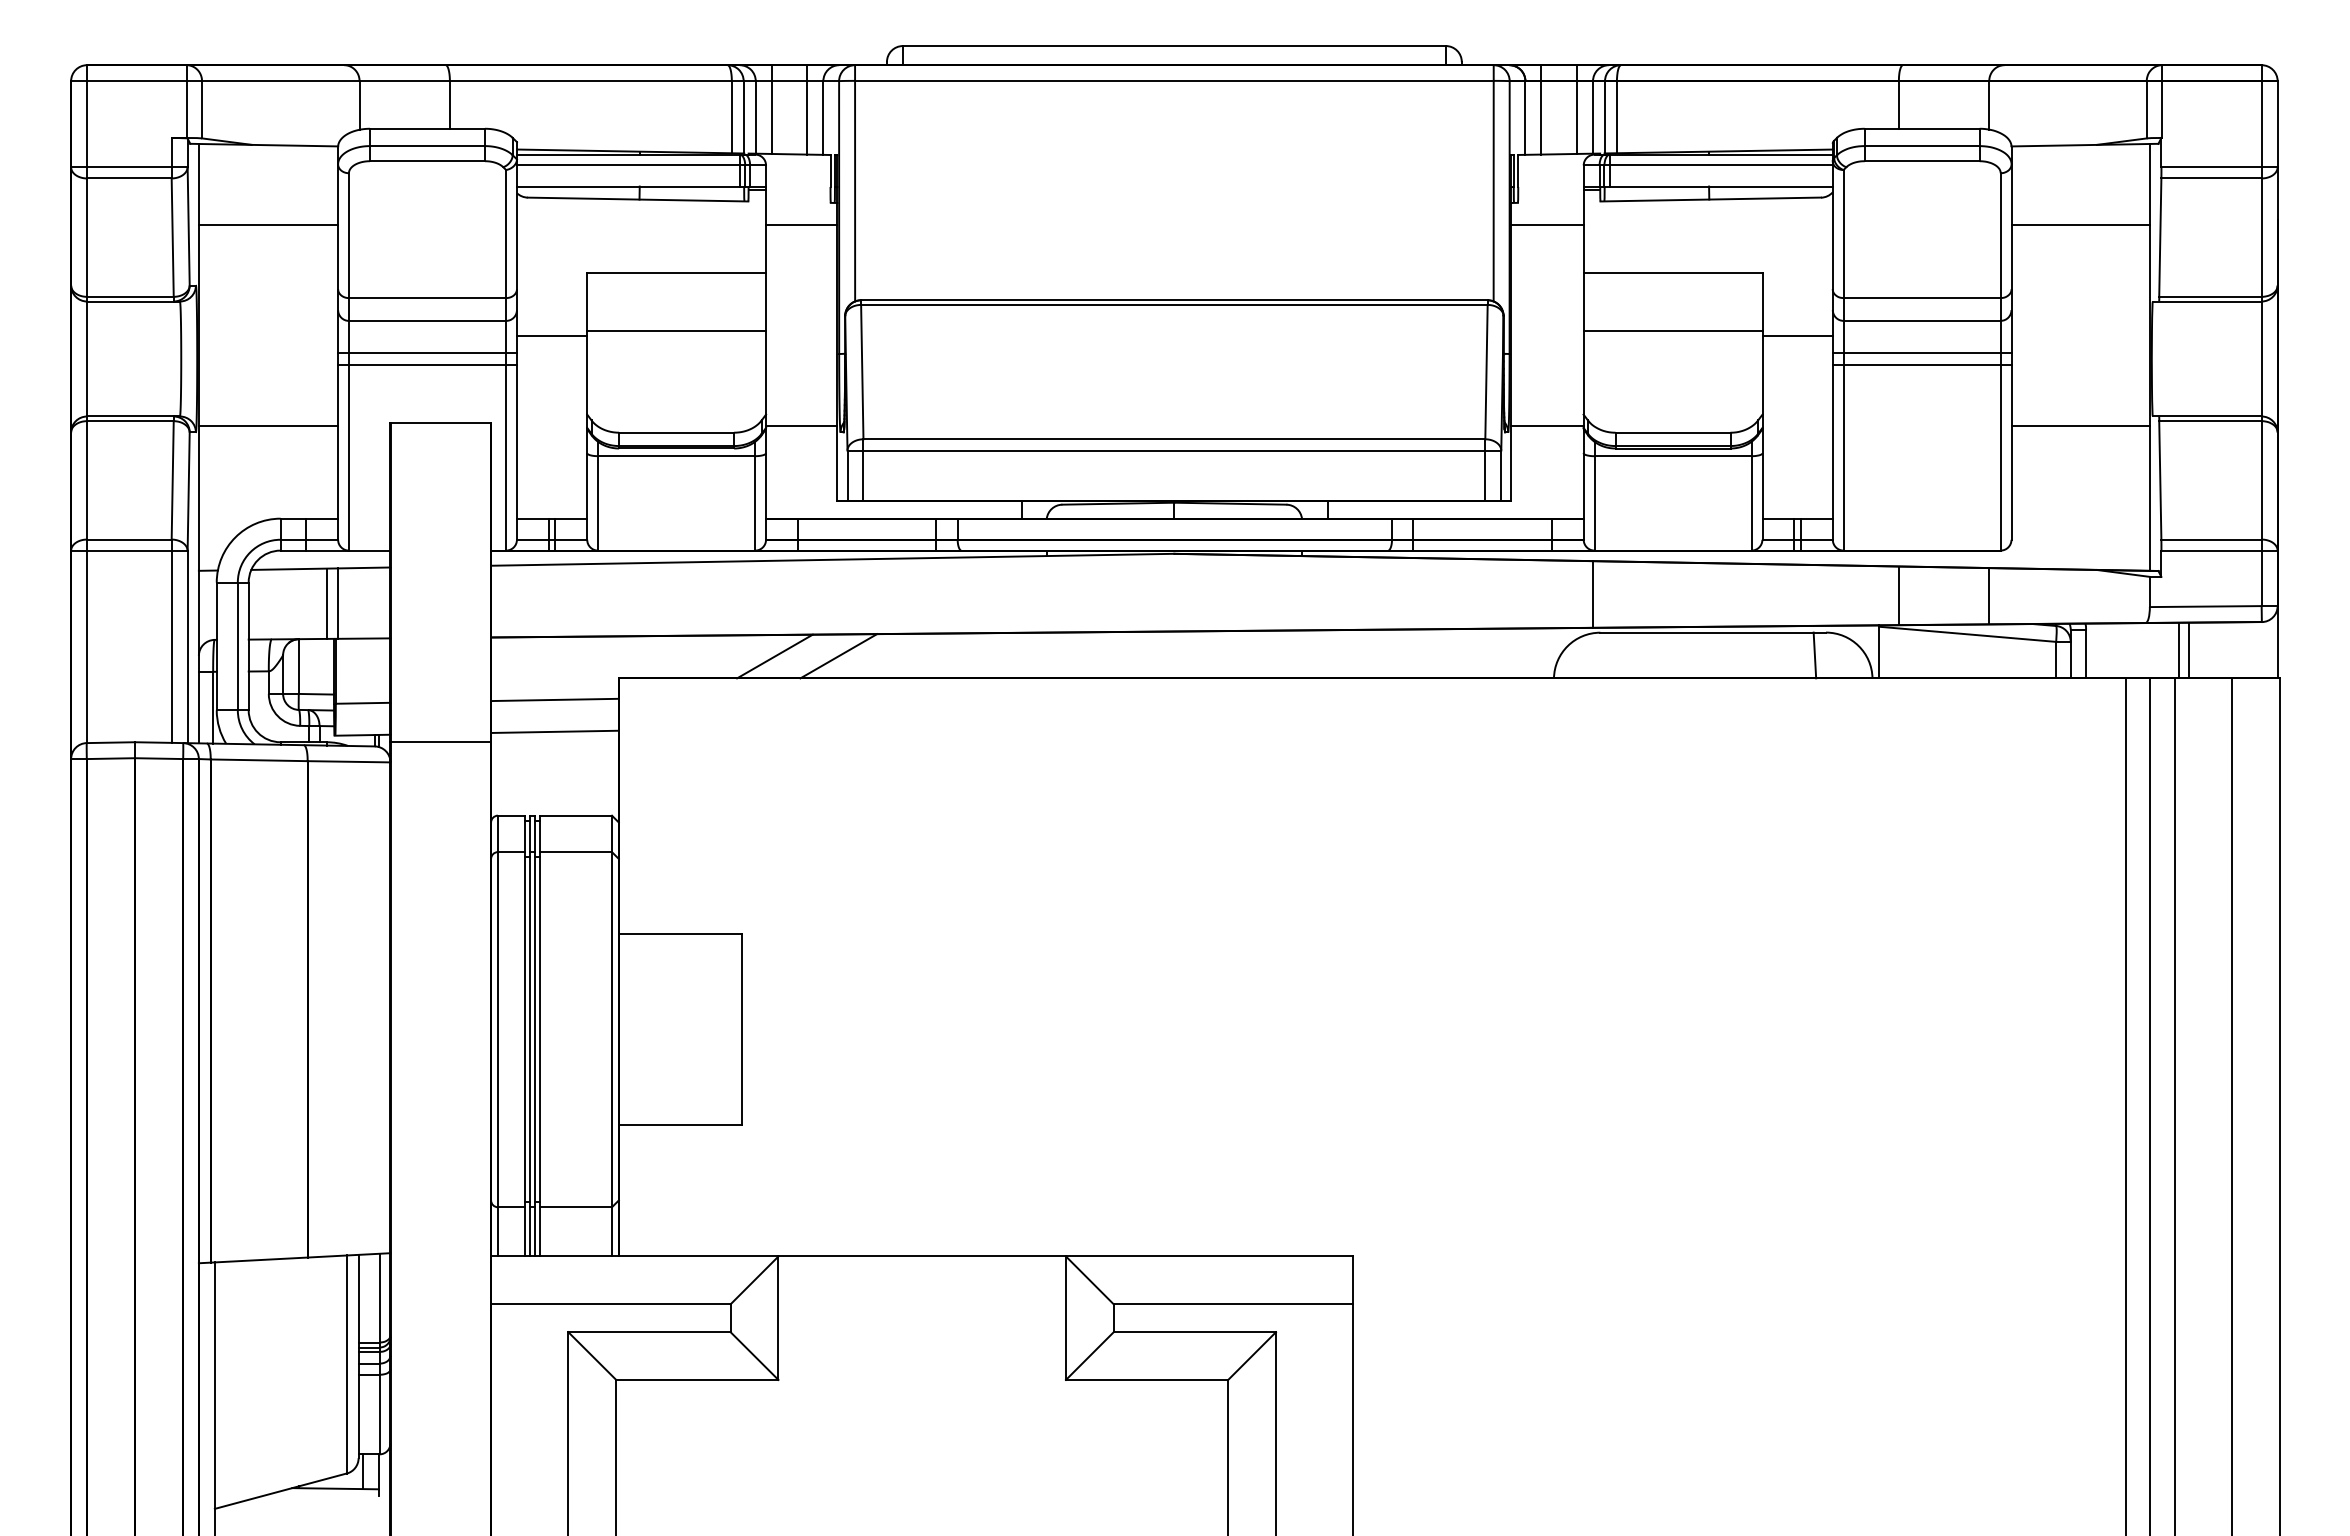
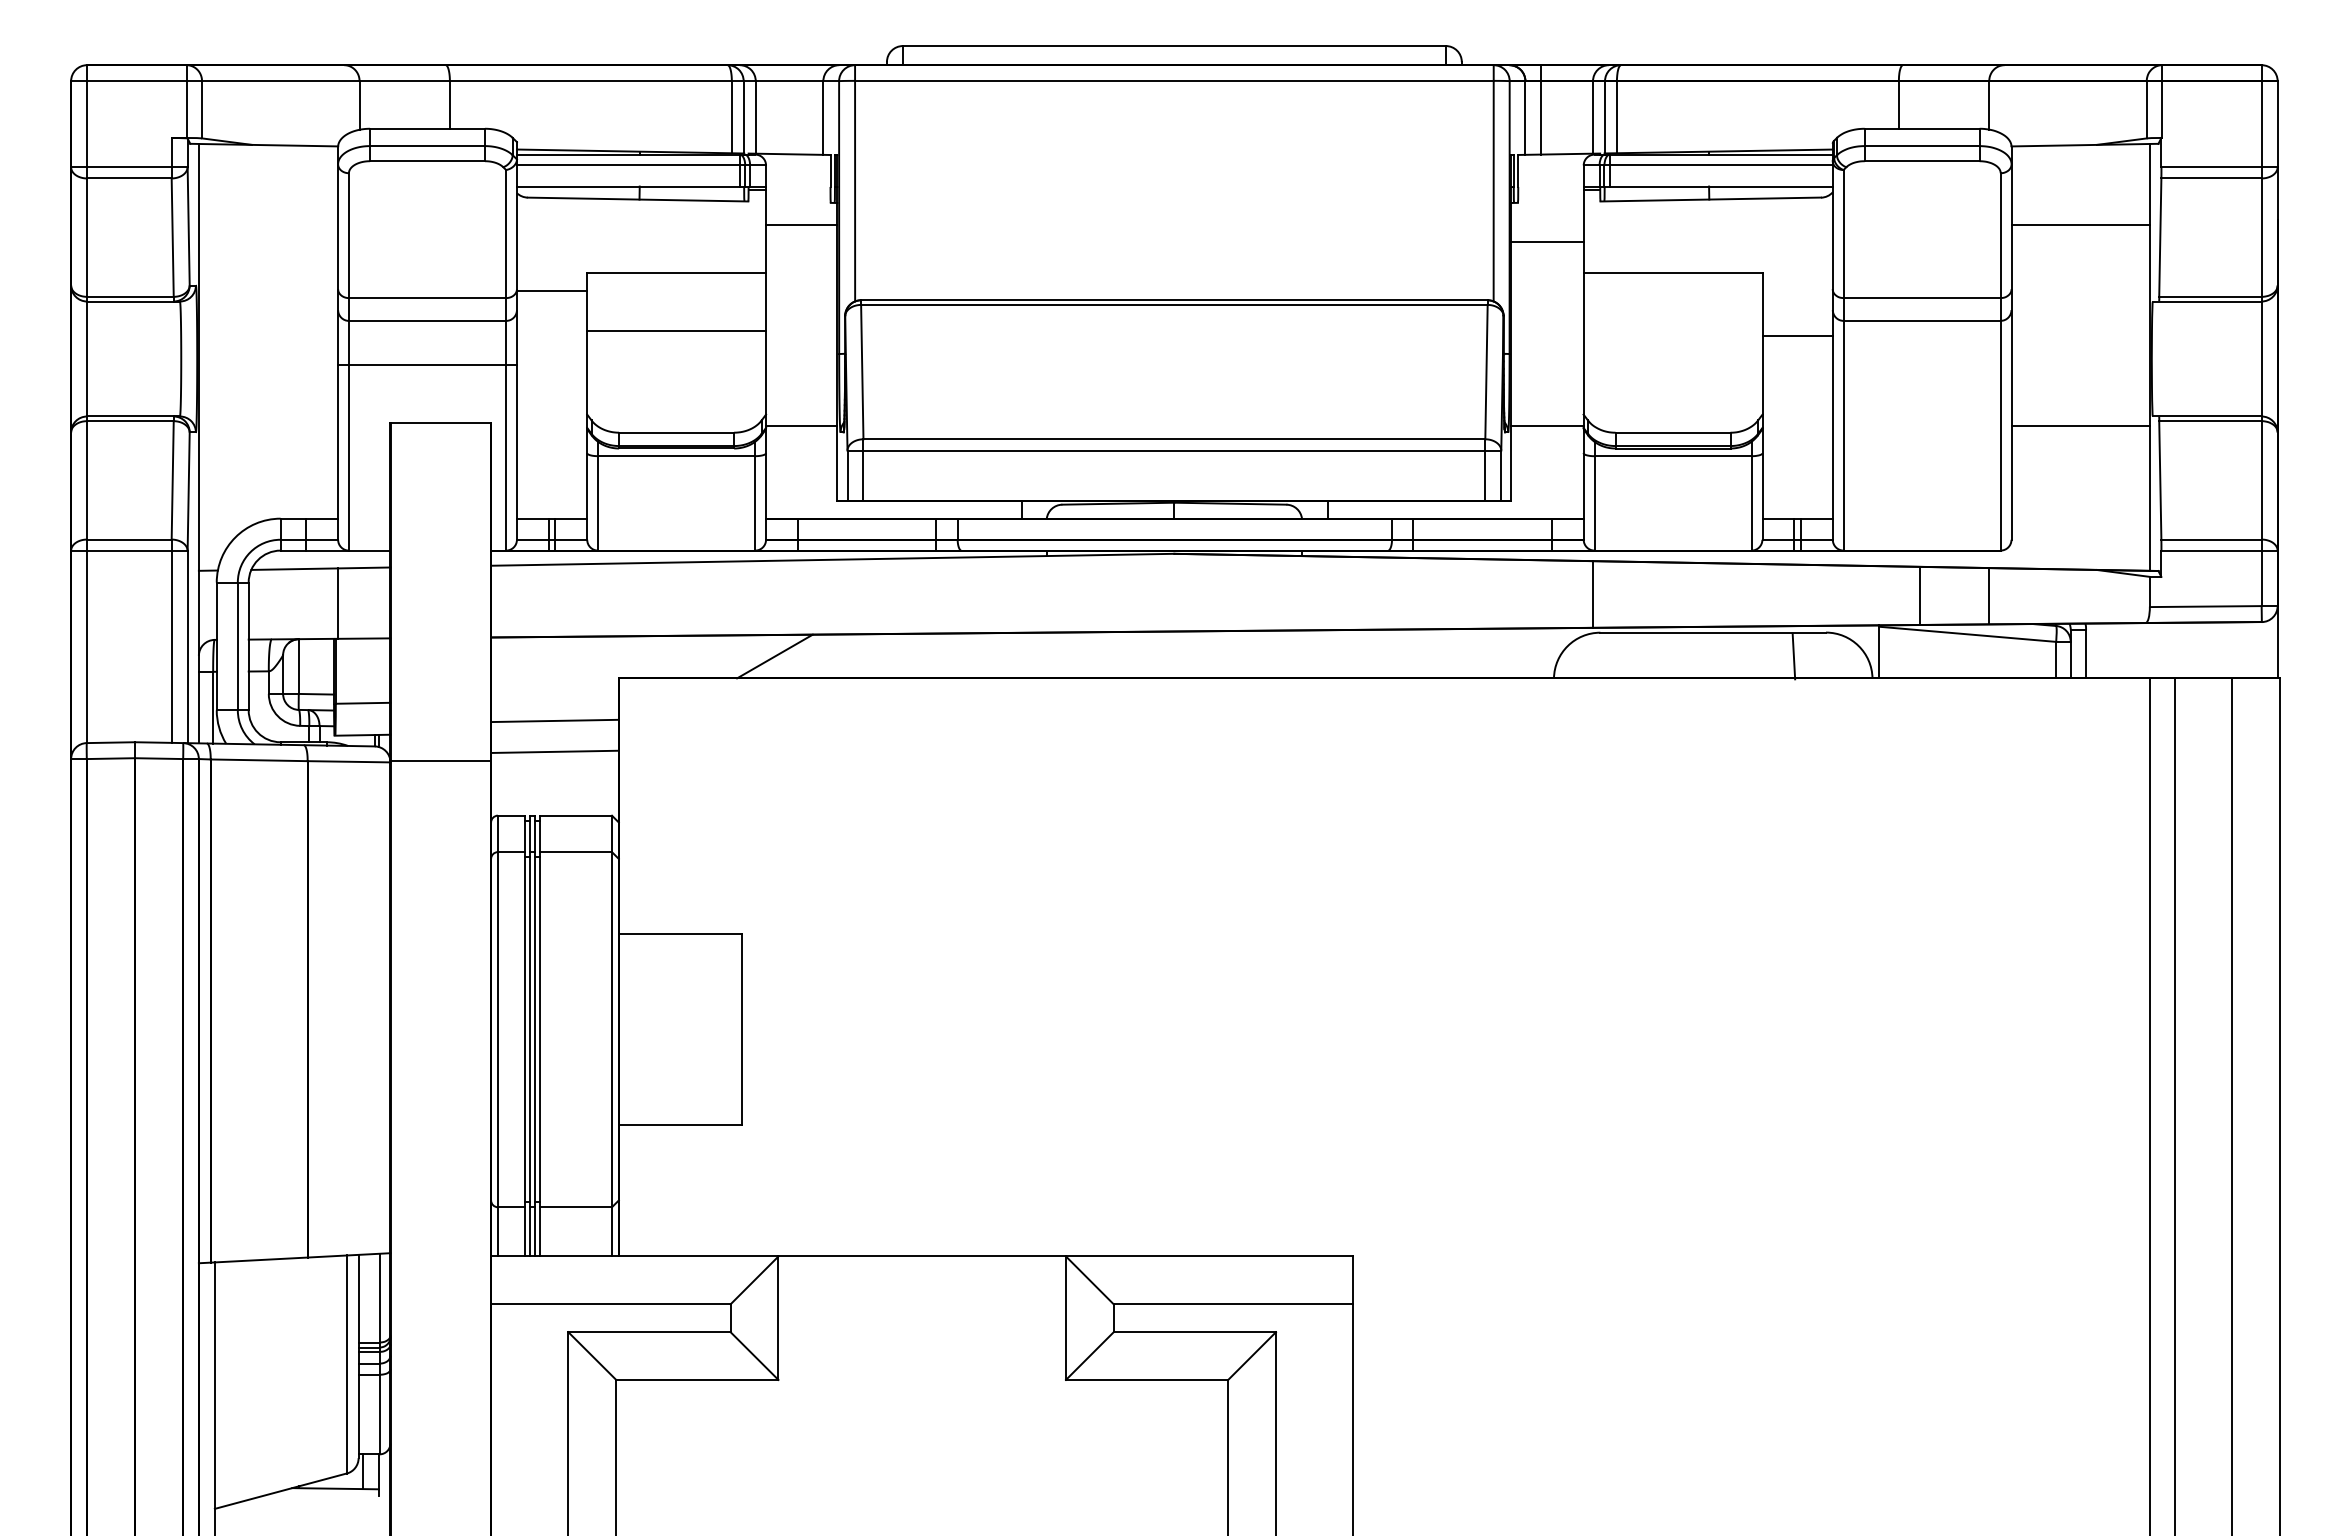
line at (771, 109): present -> none
line at (807, 109): present -> none
line at (1577, 109): present -> none
line at (268, 224): present -> none
line at (1547, 224) position: (1547, 224) -> (1547, 241)
line at (1672, 331): present -> none
line at (551, 336) position: (551, 336) -> (551, 291)
line at (427, 352): present -> none
line at (1921, 352): present -> none
line at (1921, 365): present -> none
line at (268, 426): present -> none
line at (1898, 595) position: (1898, 595) -> (1919, 595)
line at (326, 603): present -> none
line at (2178, 650): present -> none
line at (2188, 650): present -> none
line at (1814, 655) position: (1814, 655) -> (1793, 656)
line at (838, 656): present -> none
line at (554, 699) position: (554, 699) -> (554, 720)
line at (554, 731) position: (554, 731) -> (554, 751)
line at (440, 742) position: (440, 742) -> (440, 761)
line at (2126, 1105): present -> none
